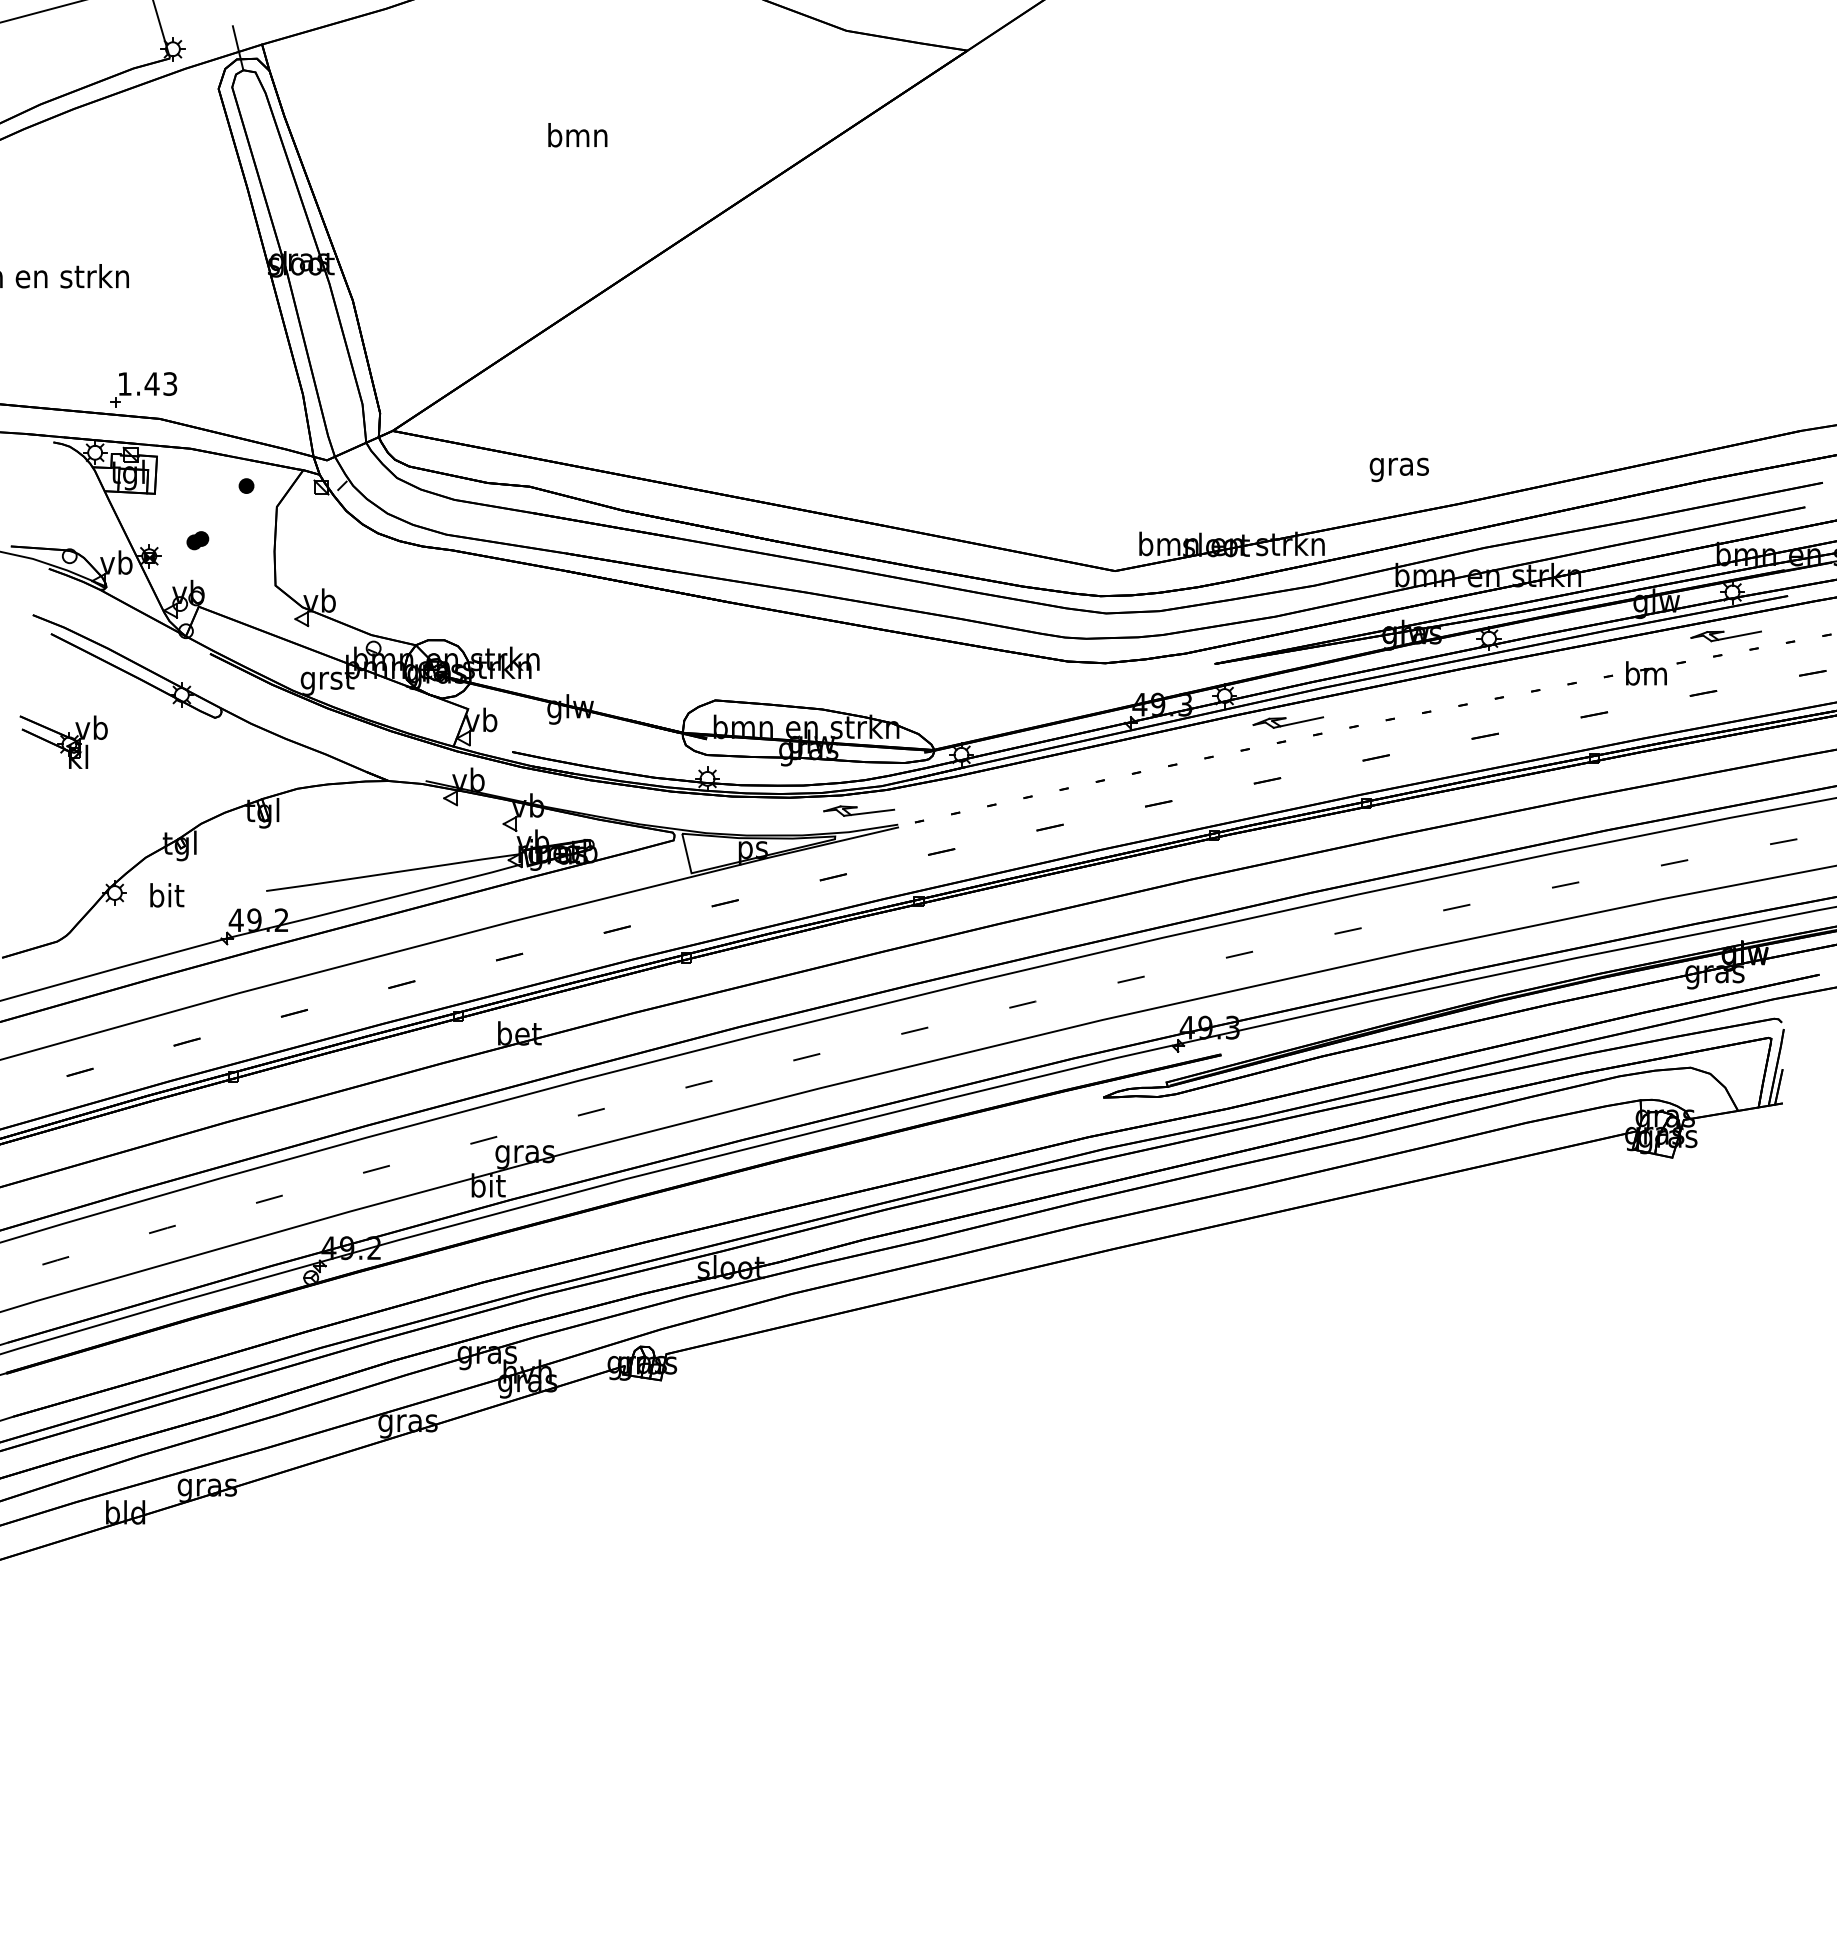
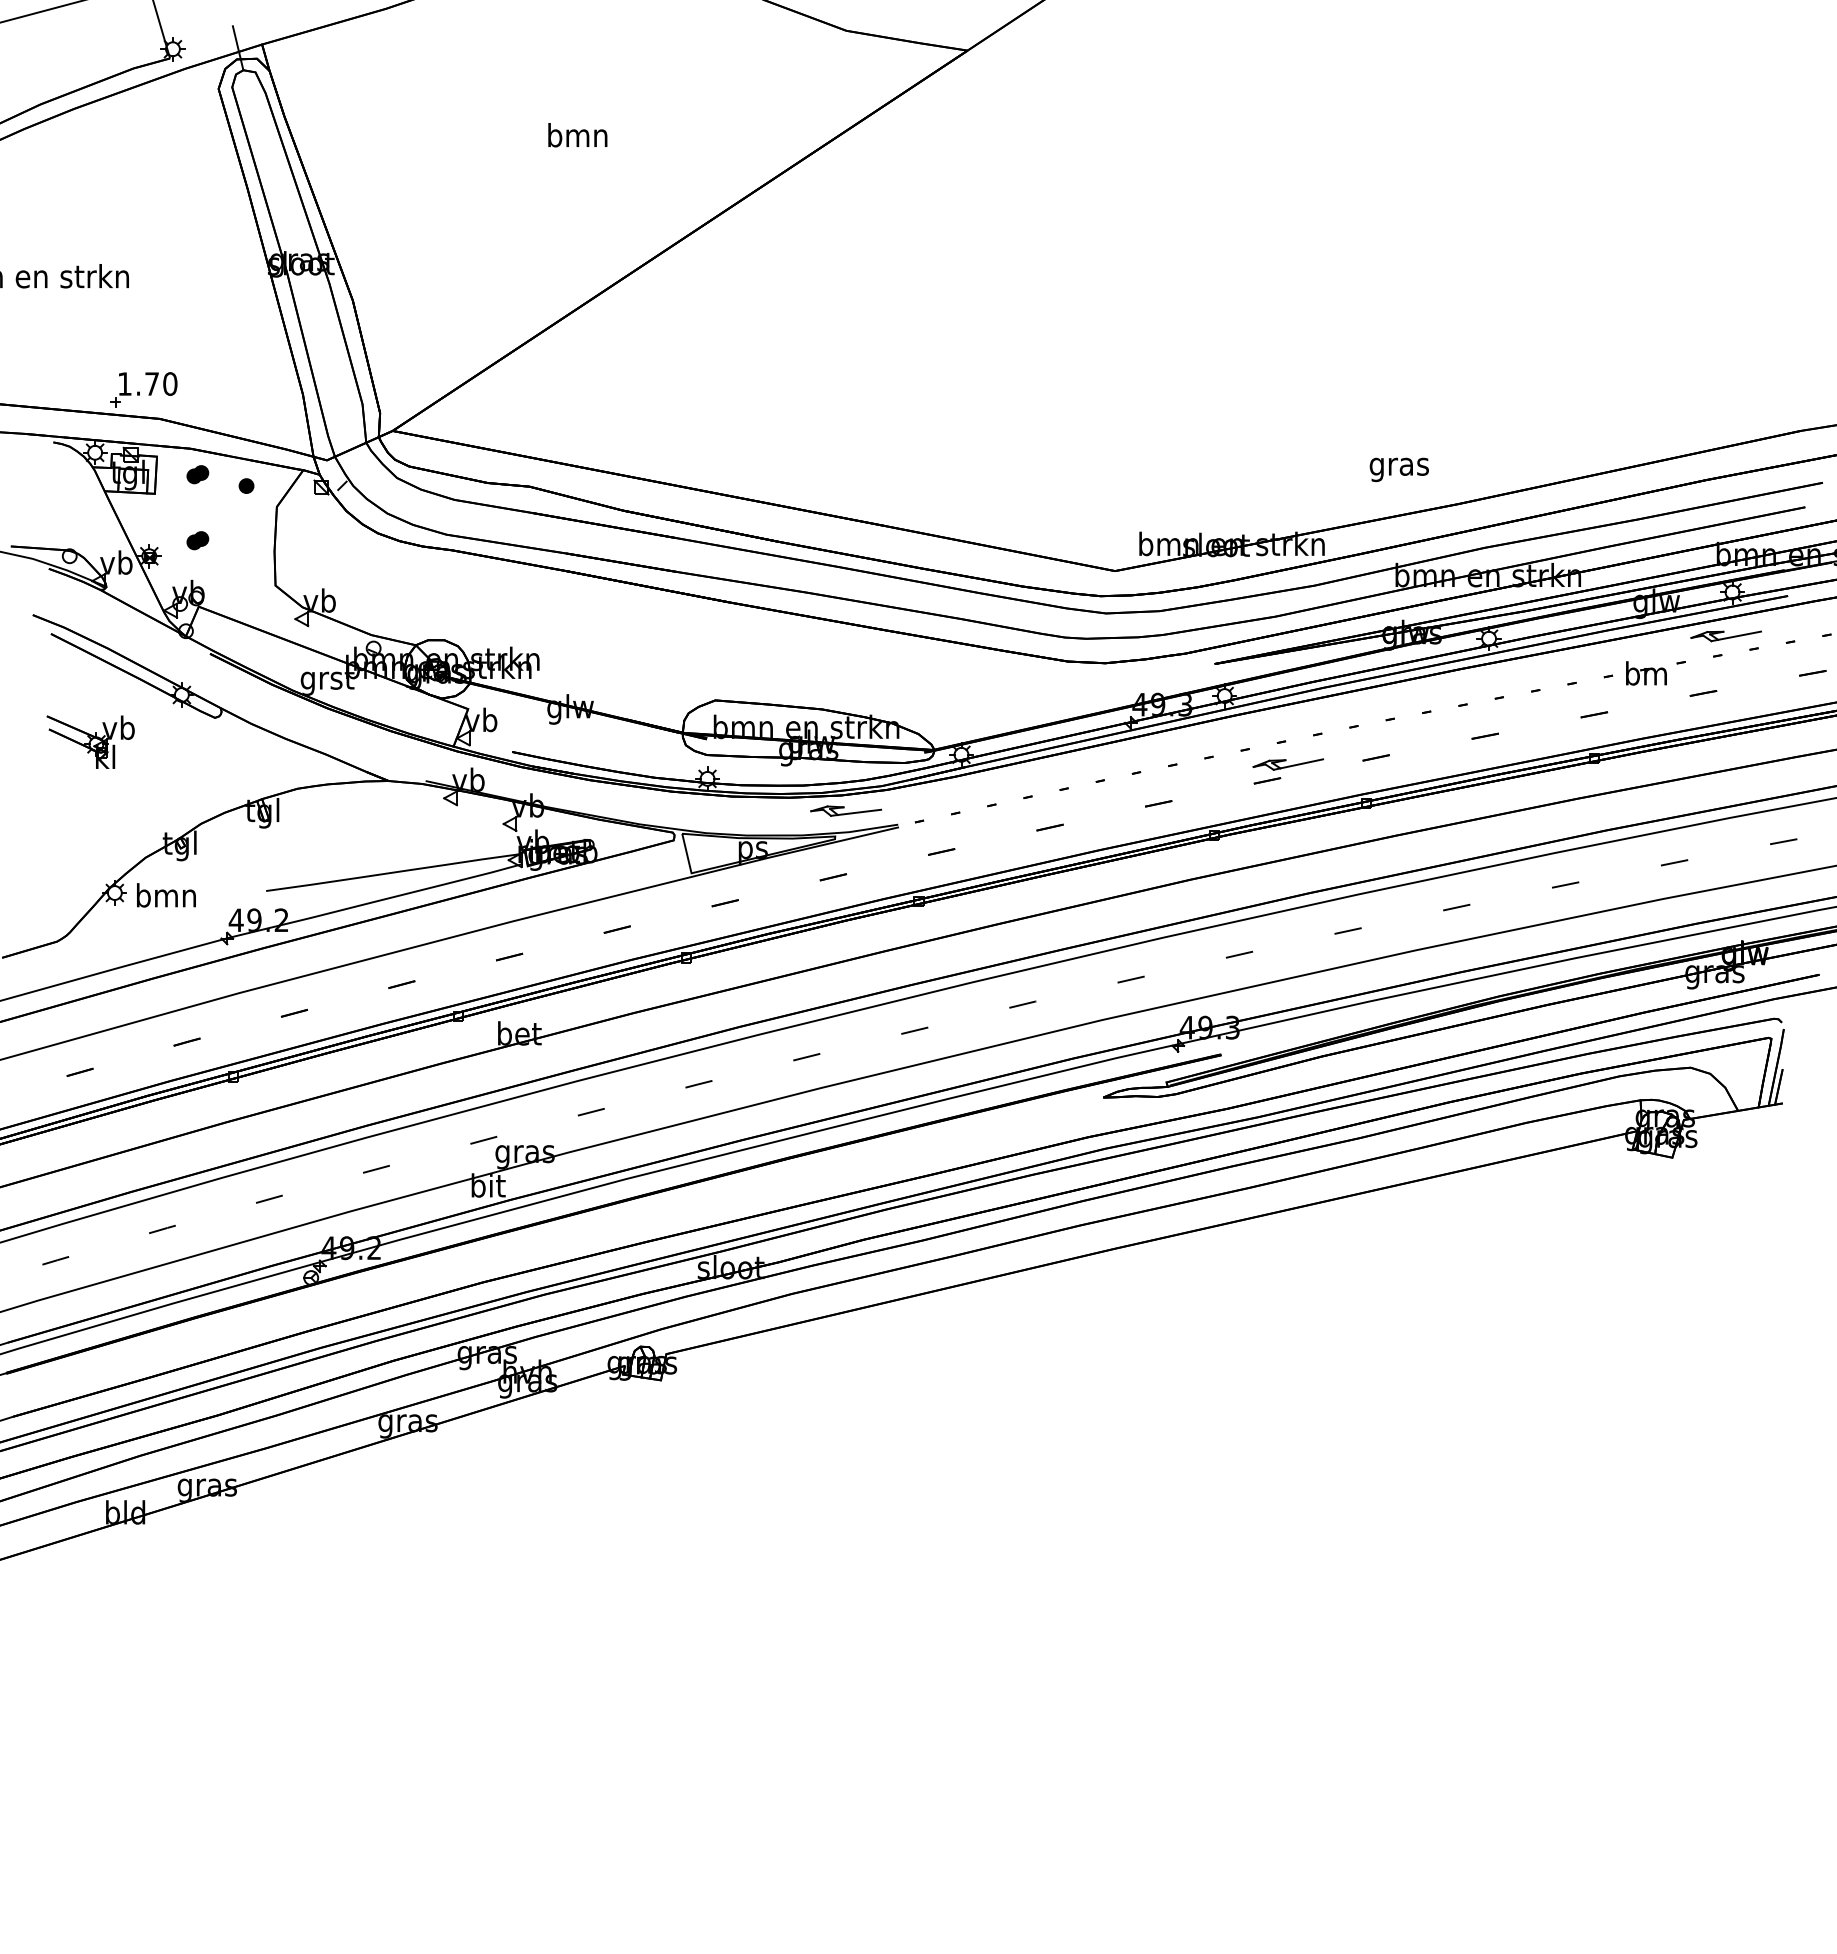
text at (160, 383): 1.43 -> 1.70
part at (197, 474): none -> present
part at (1287, 722) position: (1287, 722) -> (1287, 764)
part at (63, 741) position: (63, 741) -> (90, 741)
part at (859, 810) position: (859, 810) -> (846, 810)
text at (166, 895): bit -> bmn
